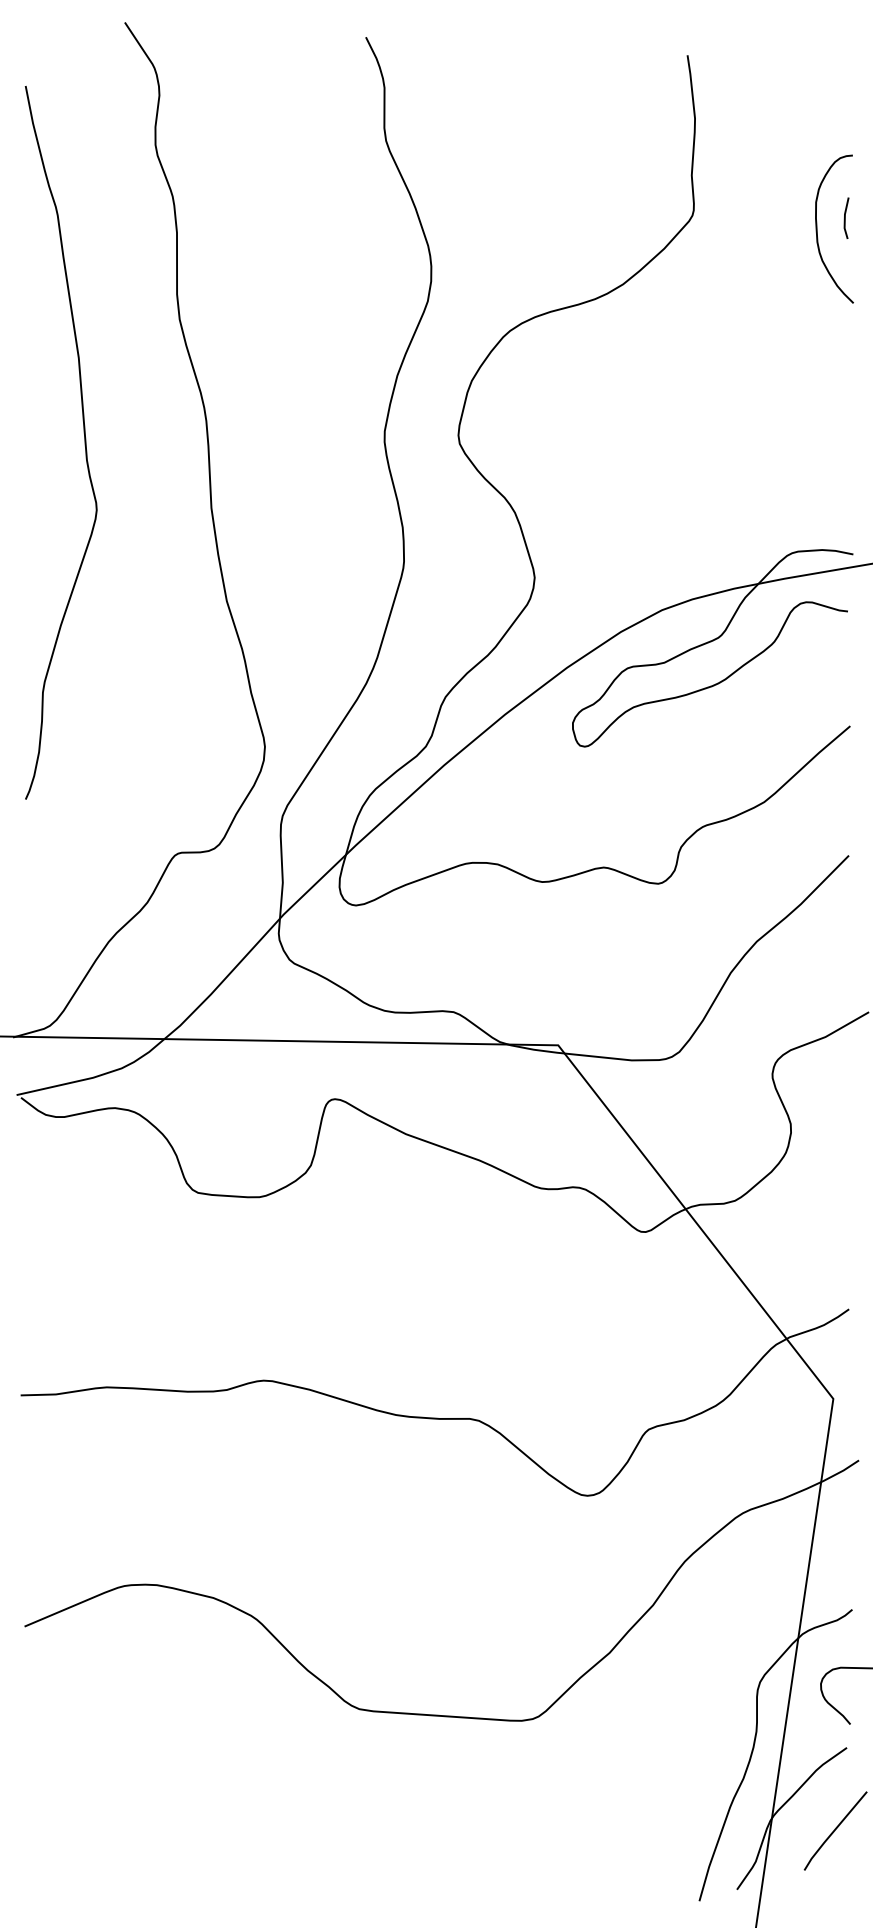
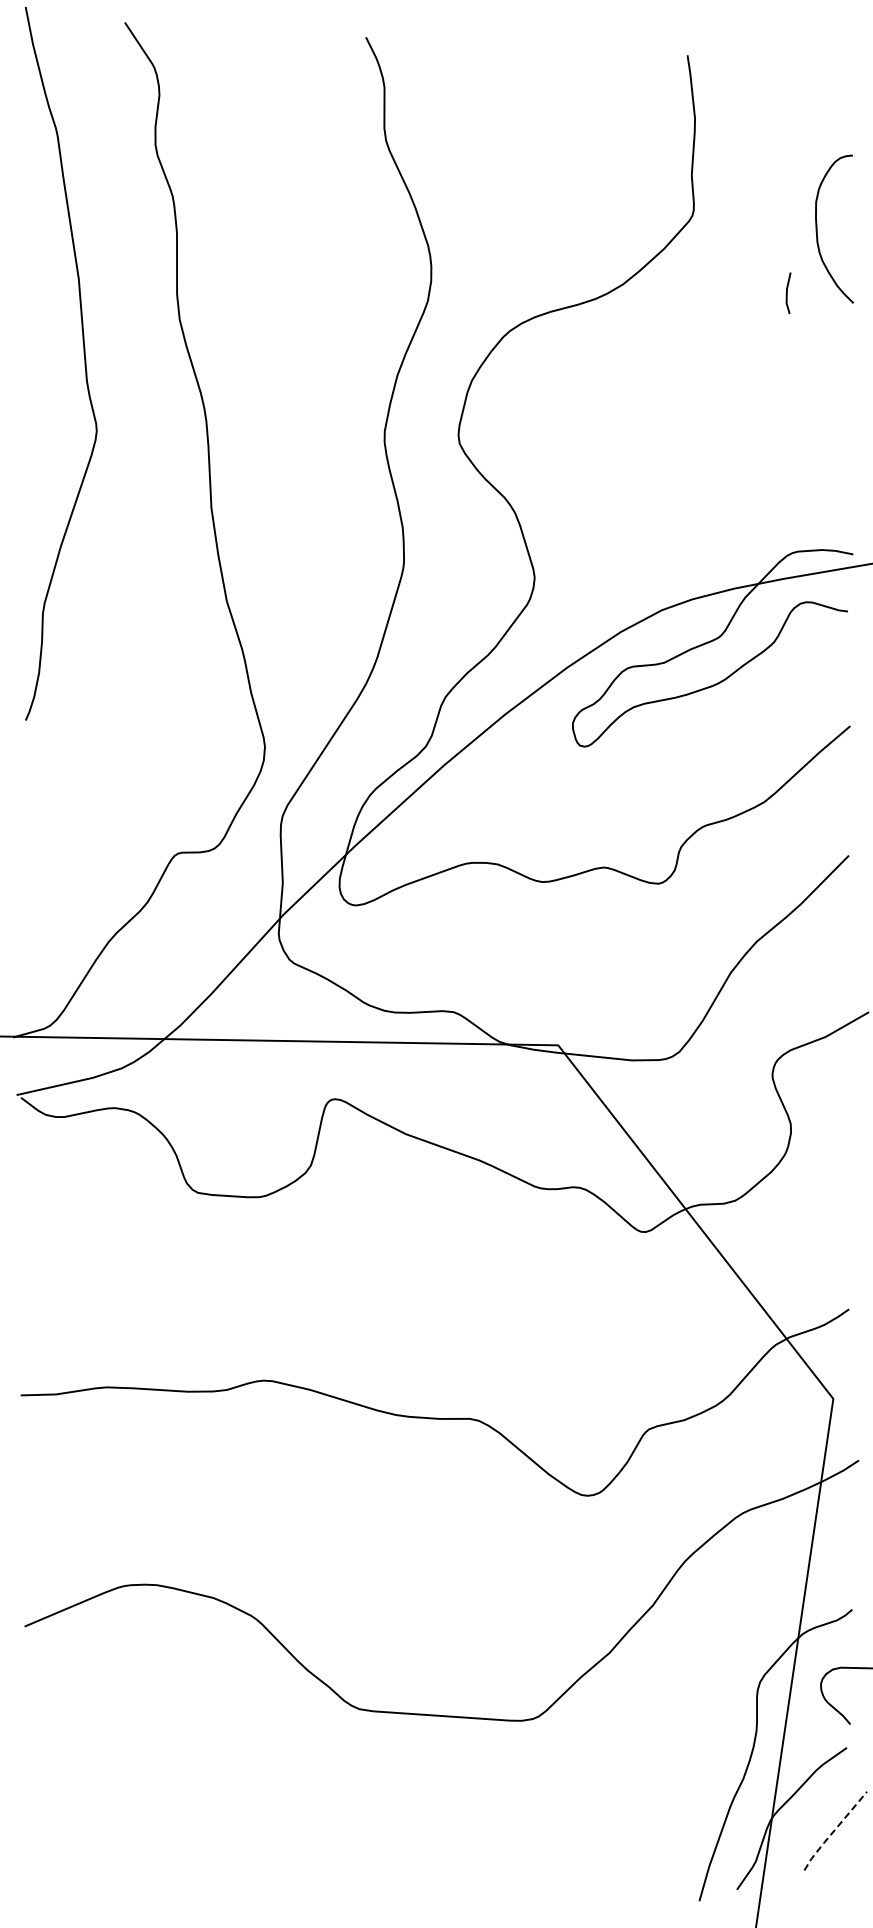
line at (845, 217) position: (845, 217) -> (787, 292)
curve at (84, 442) position: (84, 442) -> (84, 363)
line at (833, 1831): solid -> dashed
